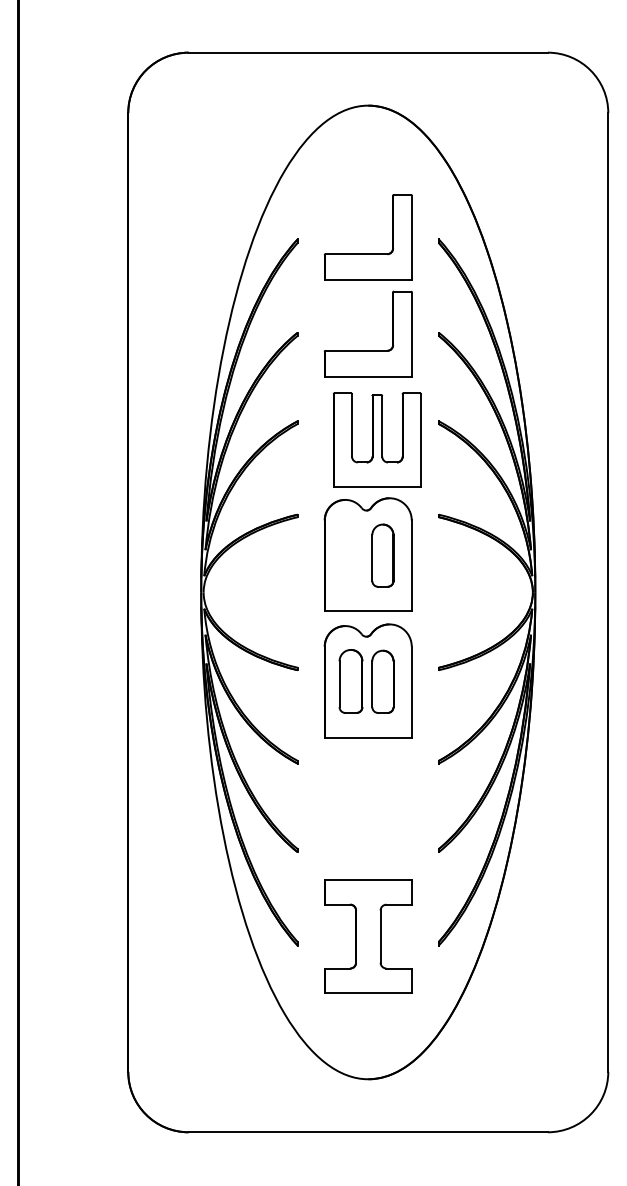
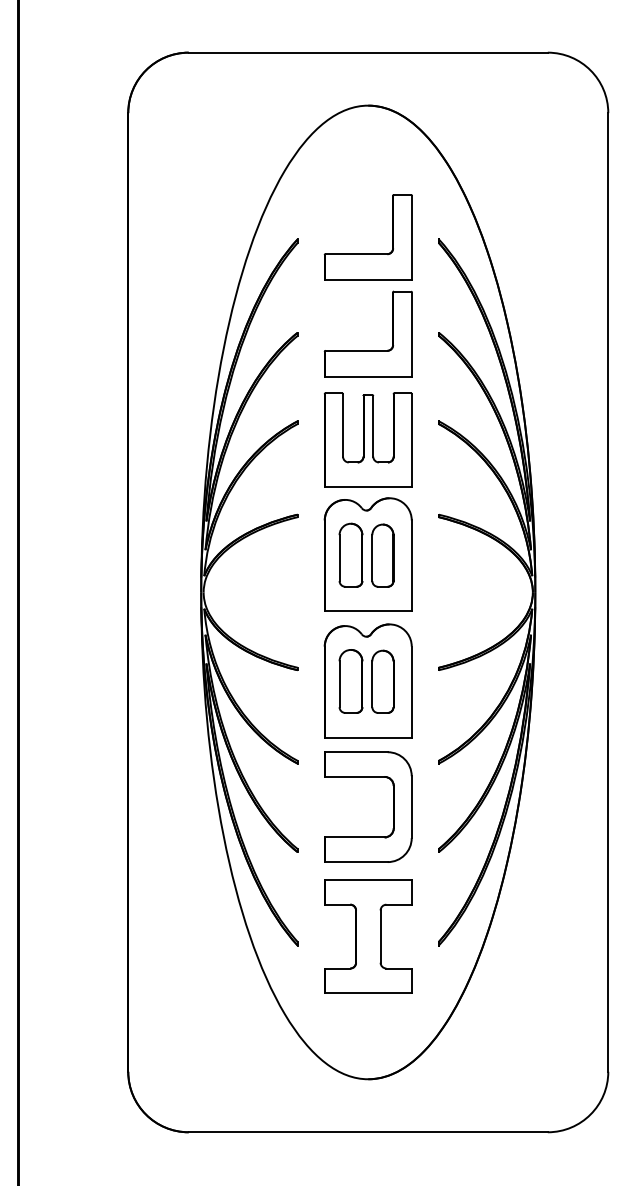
part at (377, 439) position: (377, 439) -> (368, 439)
part at (350, 554): none -> present
part at (393, 806): none -> present
